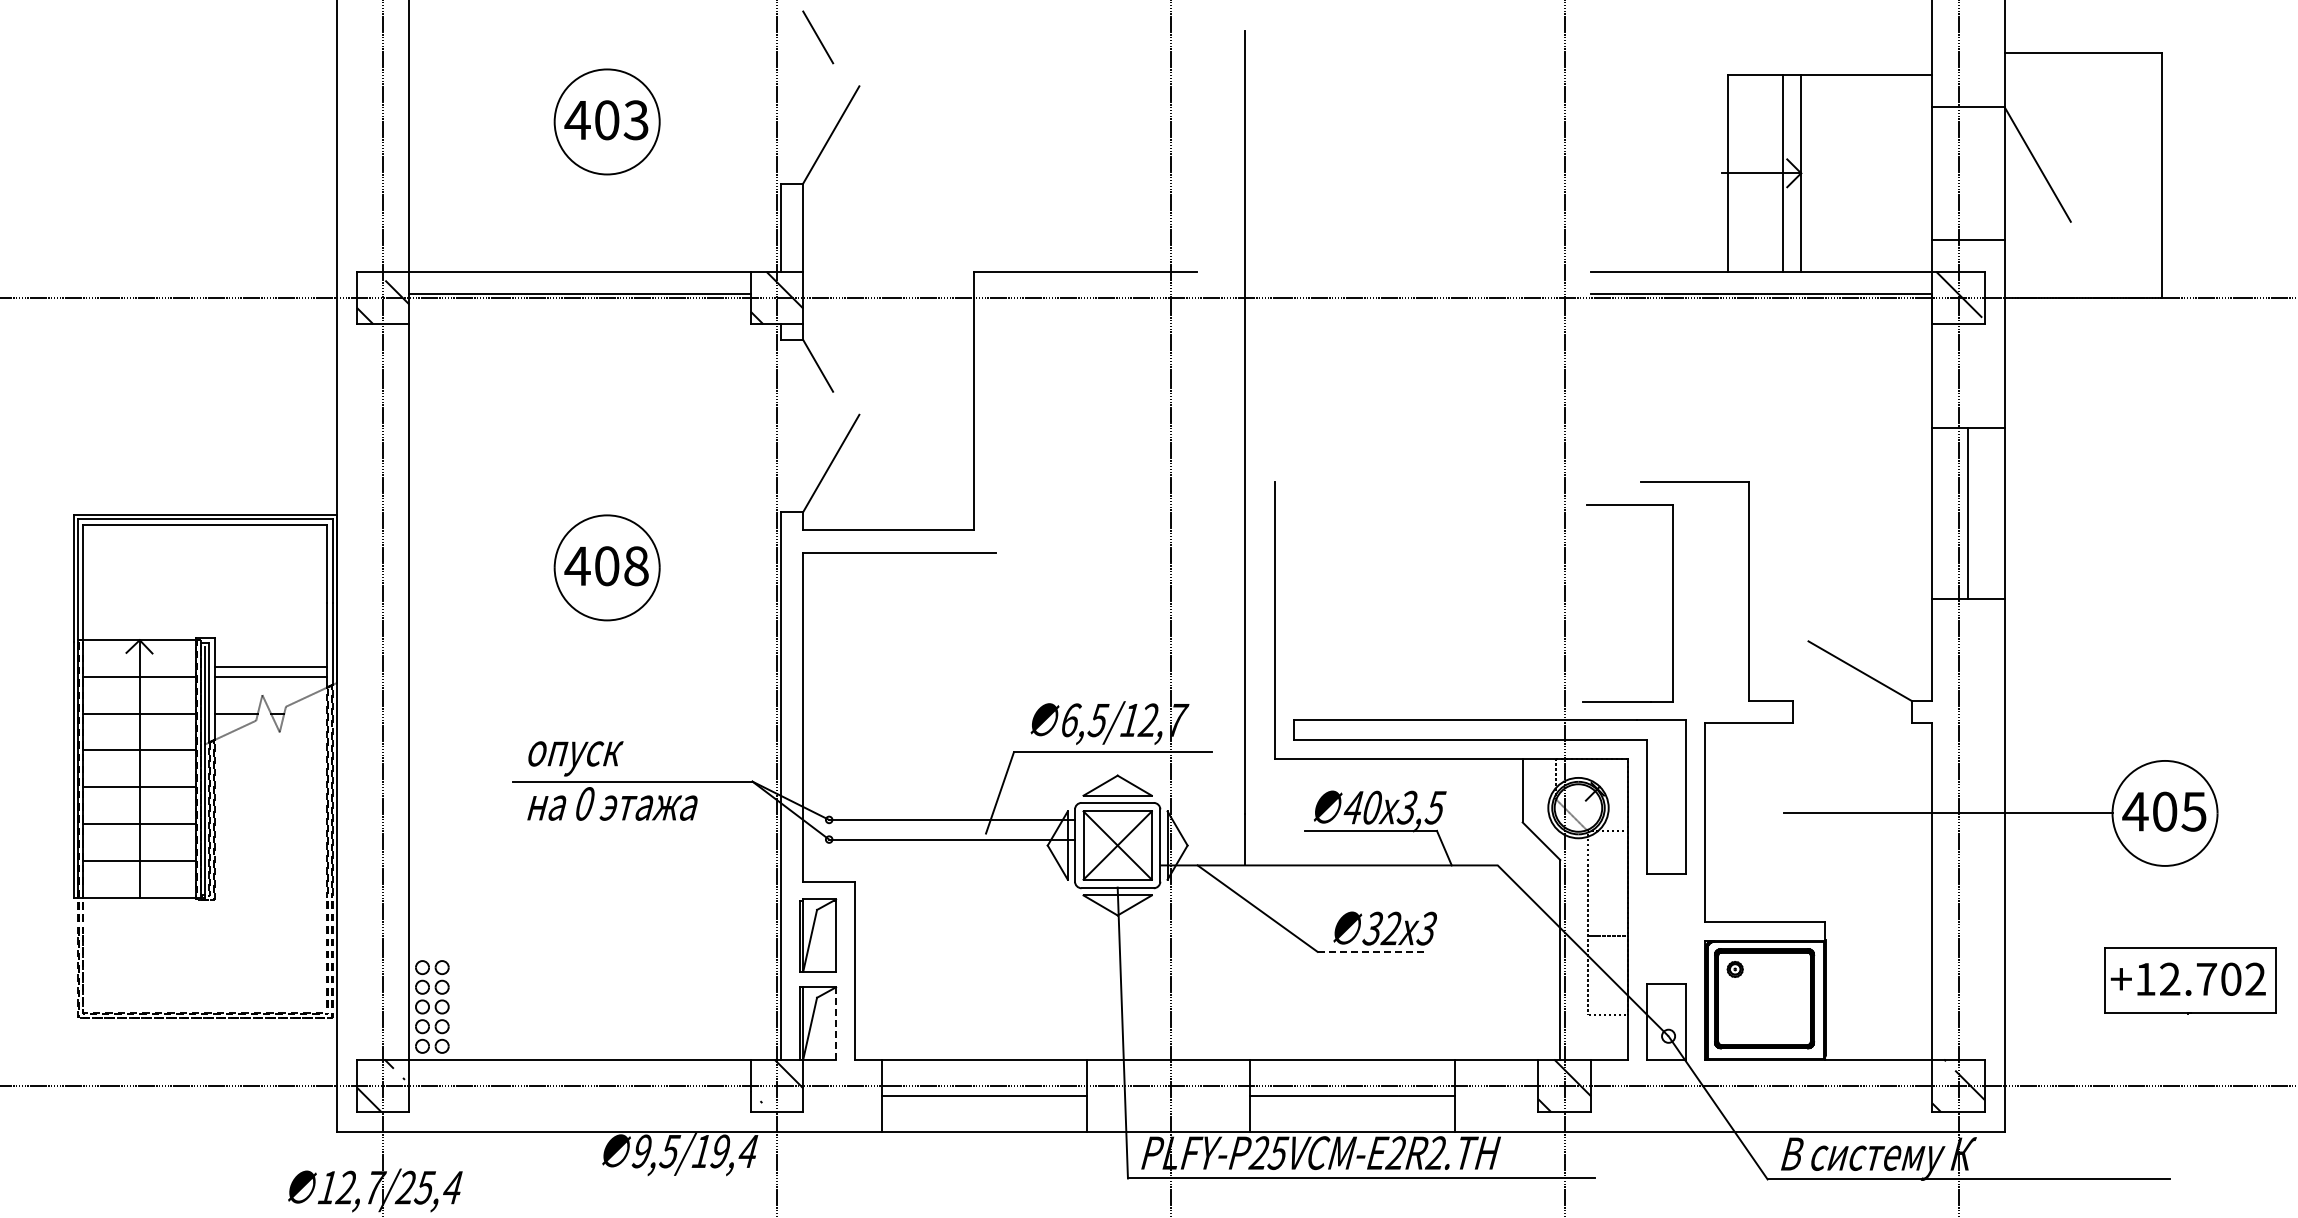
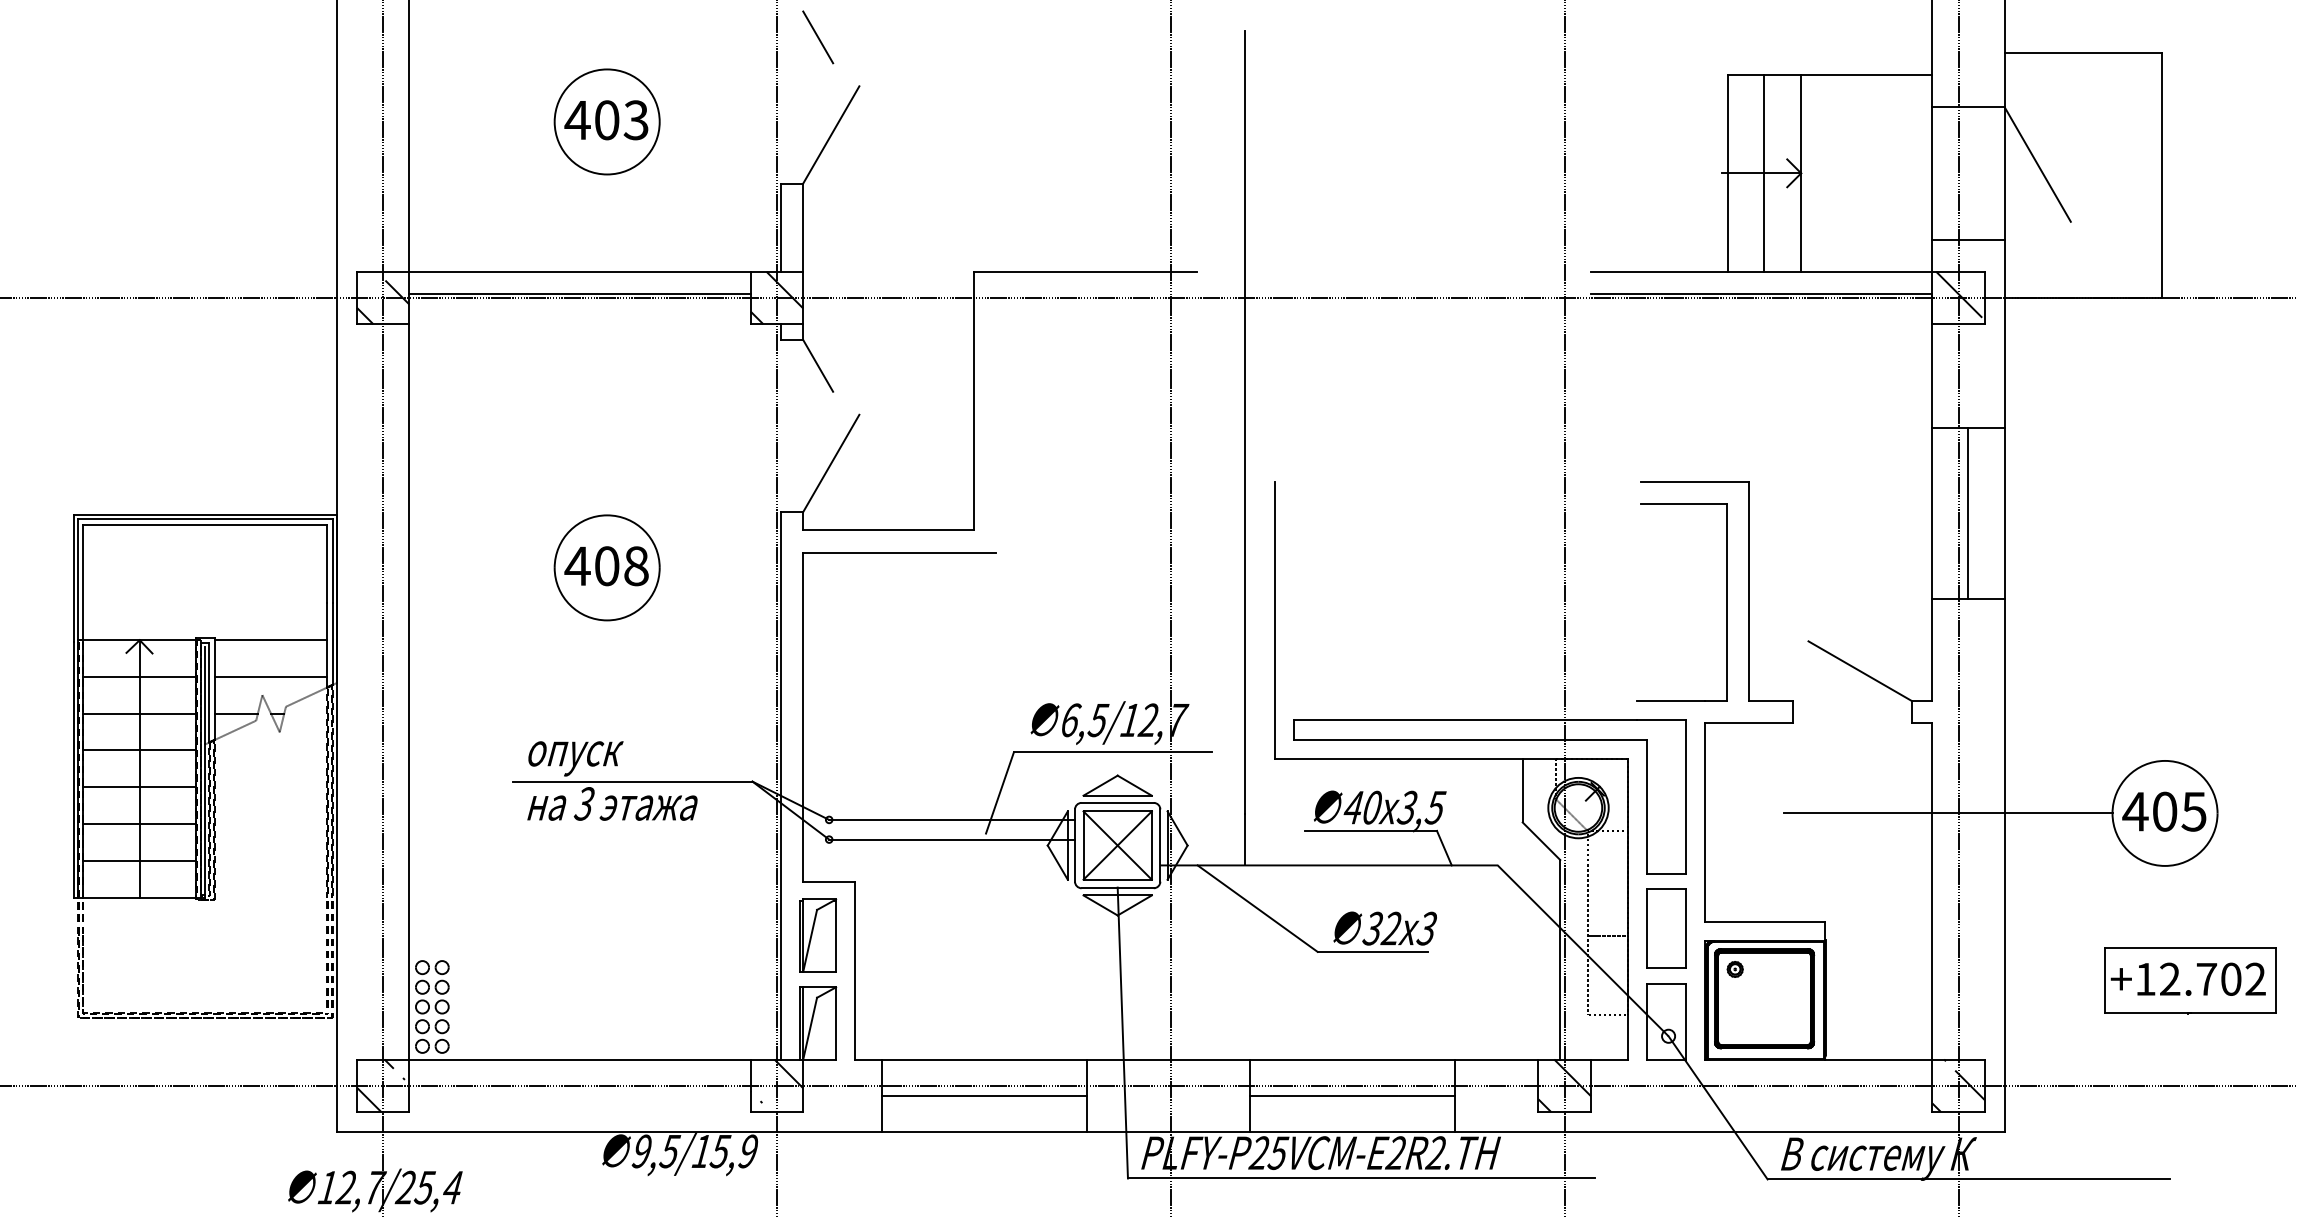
line at (1783, 172) position: (1783, 172) -> (1764, 172)
part at (1672, 603) position: (1672, 603) -> (1726, 602)
line at (270, 667) position: (270, 667) -> (270, 640)
text at (583, 803): 0 -> 3
part at (1666, 928): none -> present
line at (1373, 951): dashed -> solid
line at (836, 1023): dashed -> solid
text at (733, 1151): 9,5/19,4 -> 9,5/15,9
